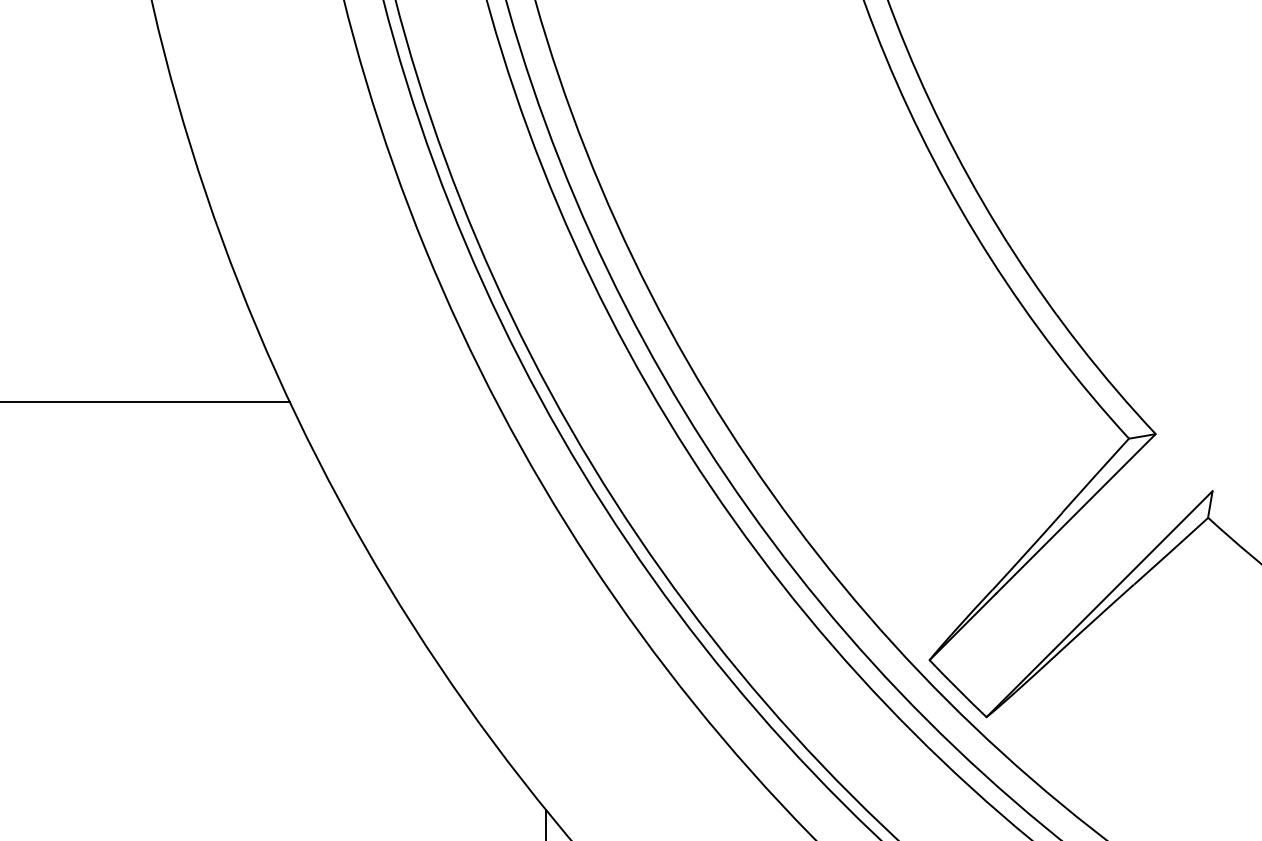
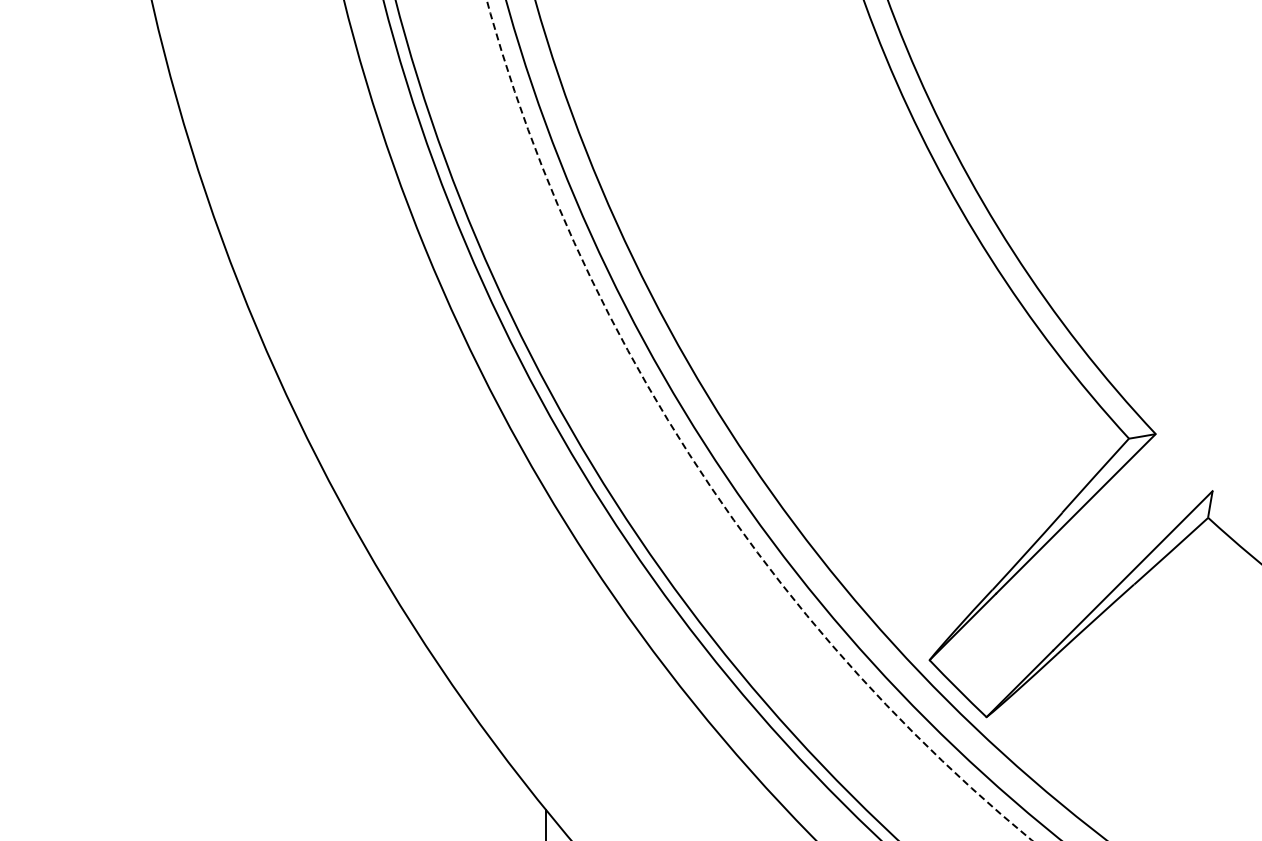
line at (146, 401): present -> none
circle at (759, 420): solid -> dashed
